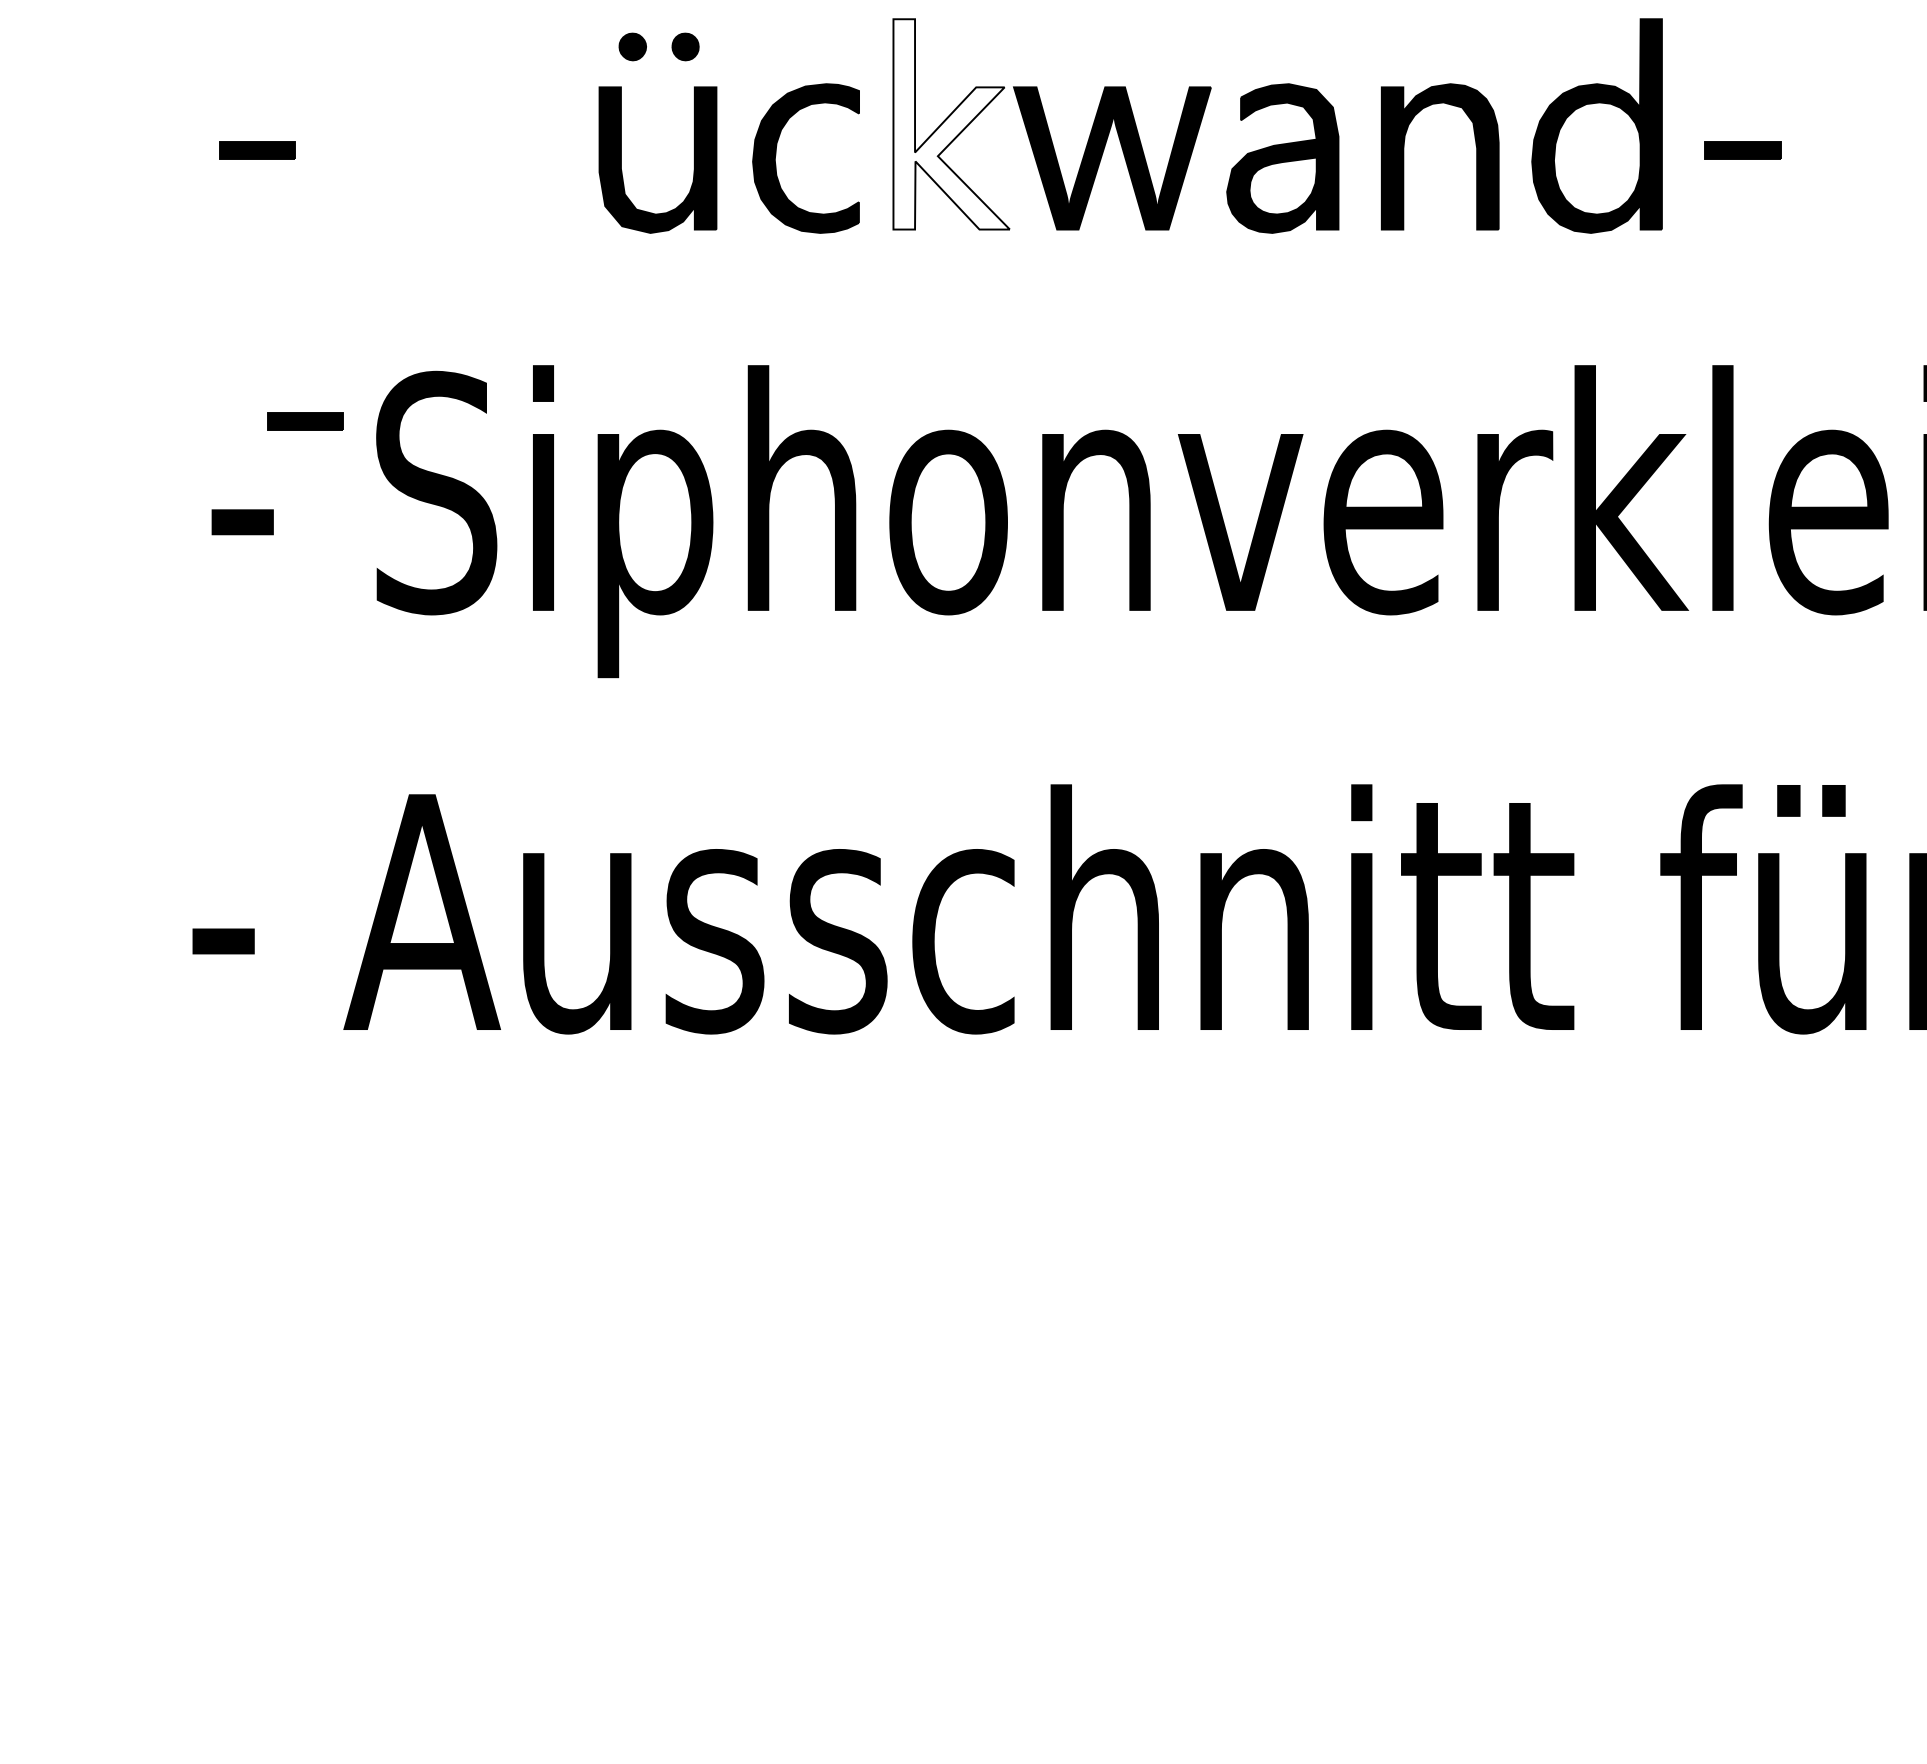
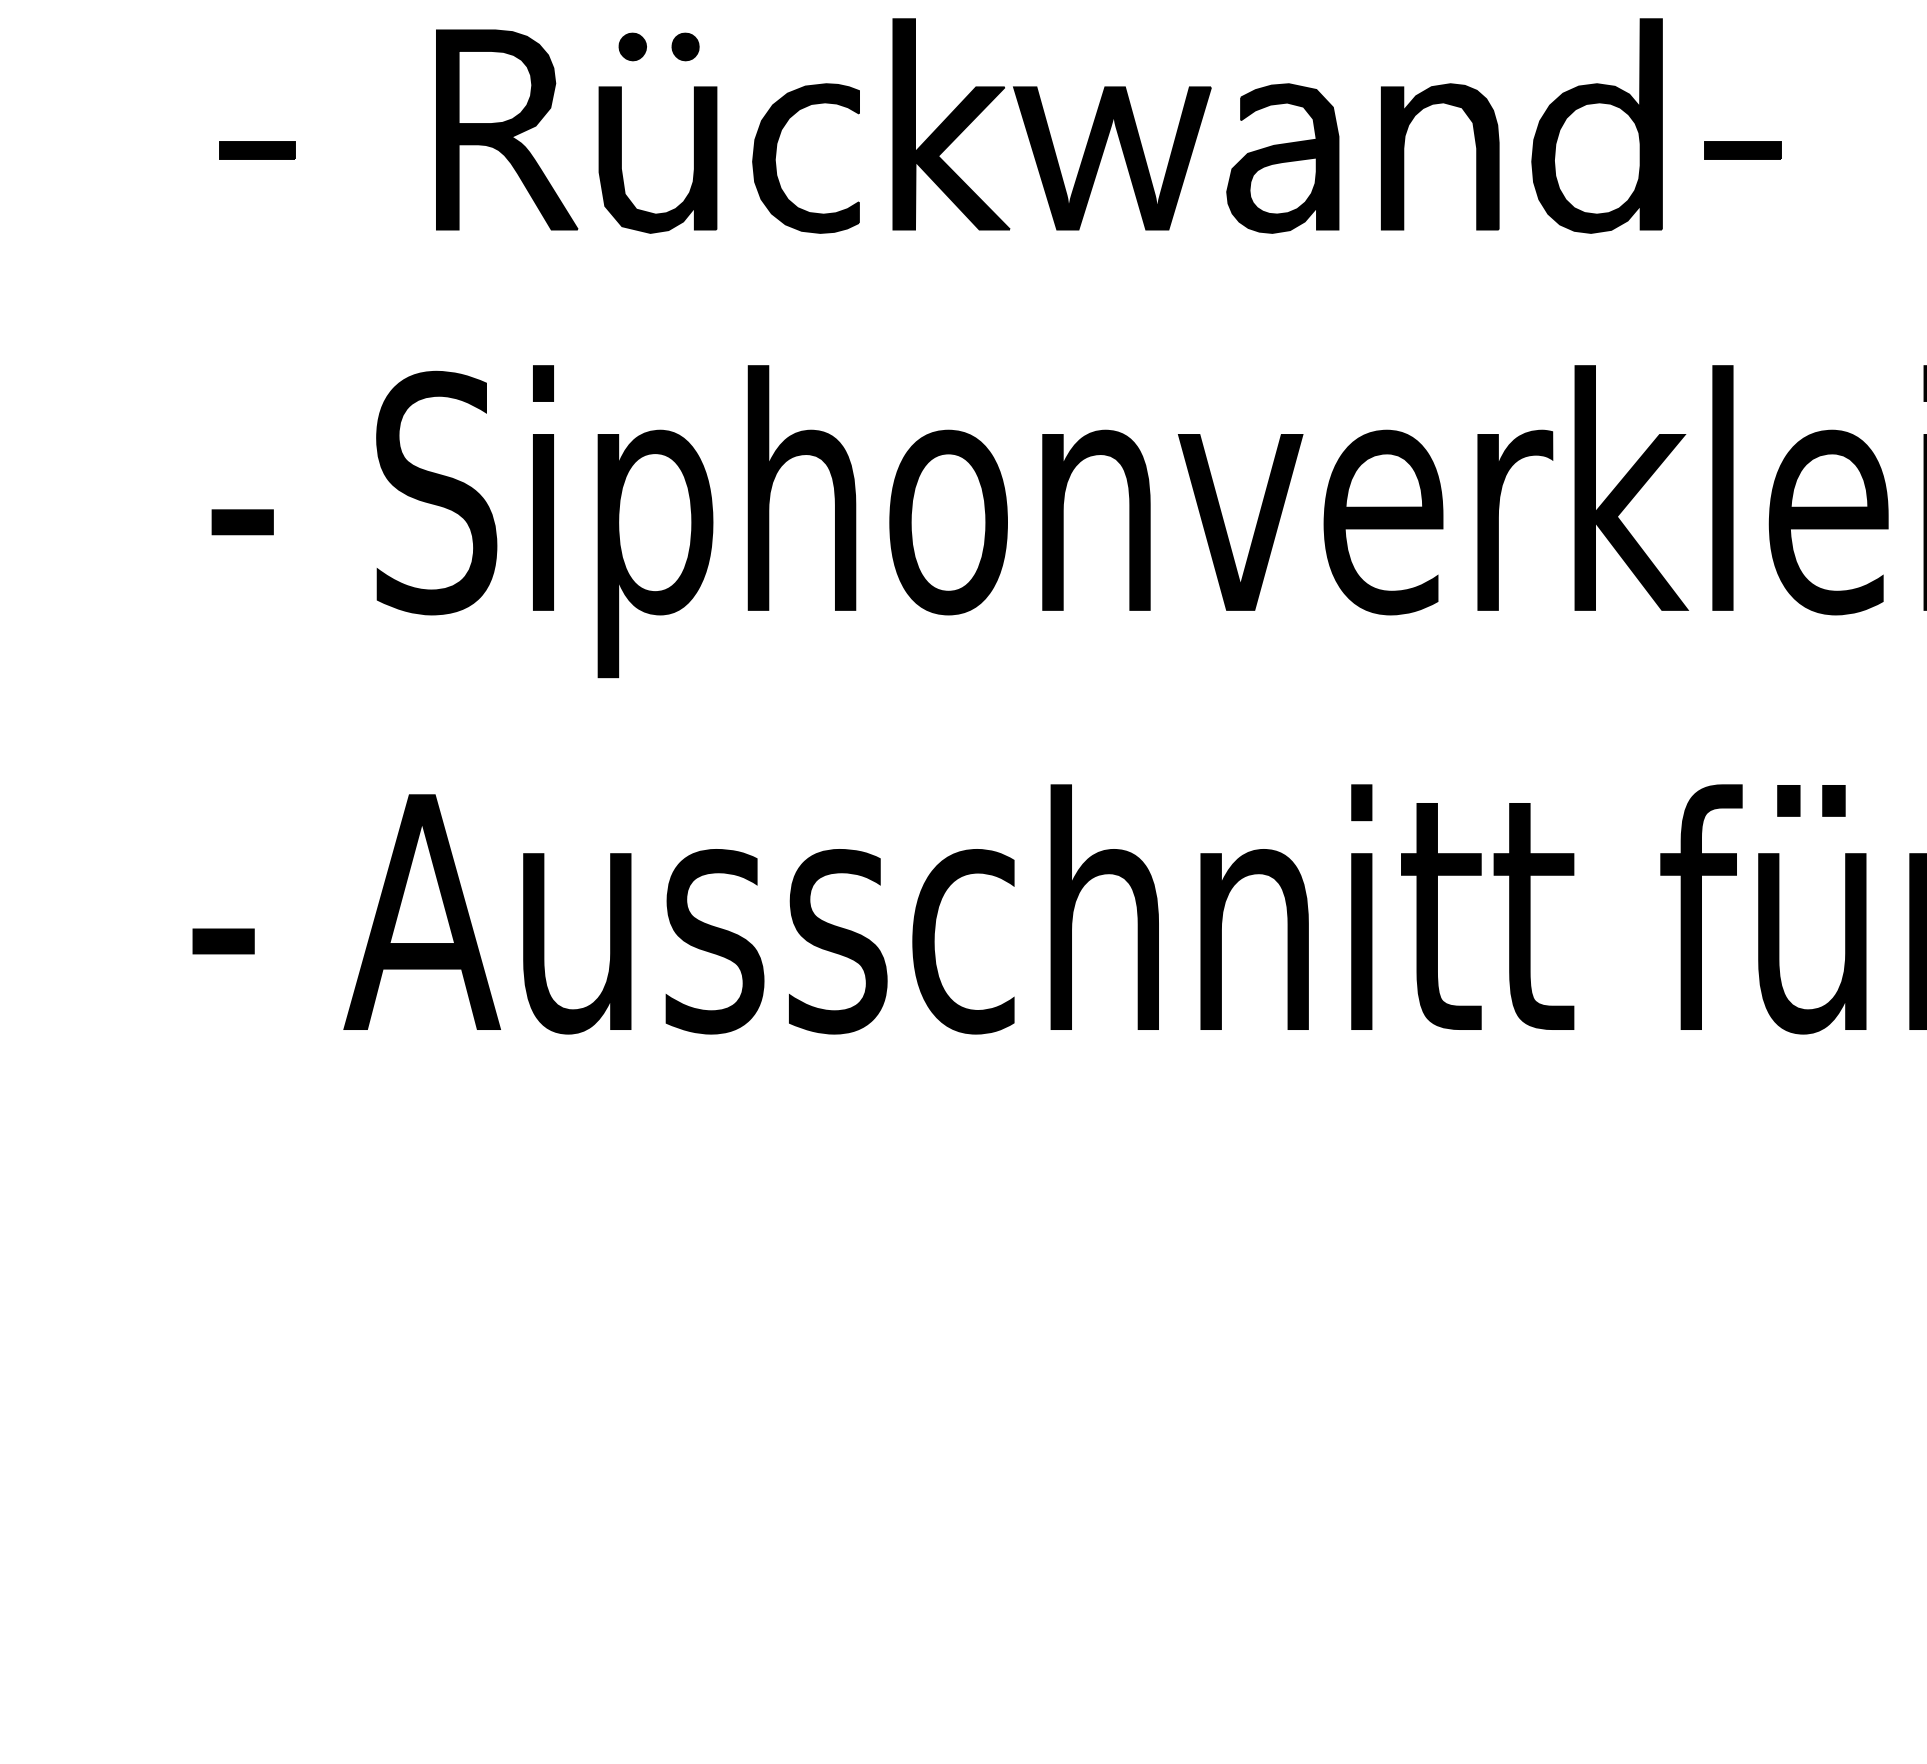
fill at (951, 124): none -> present
part at (507, 129): none -> present
part at (305, 421): present -> none
